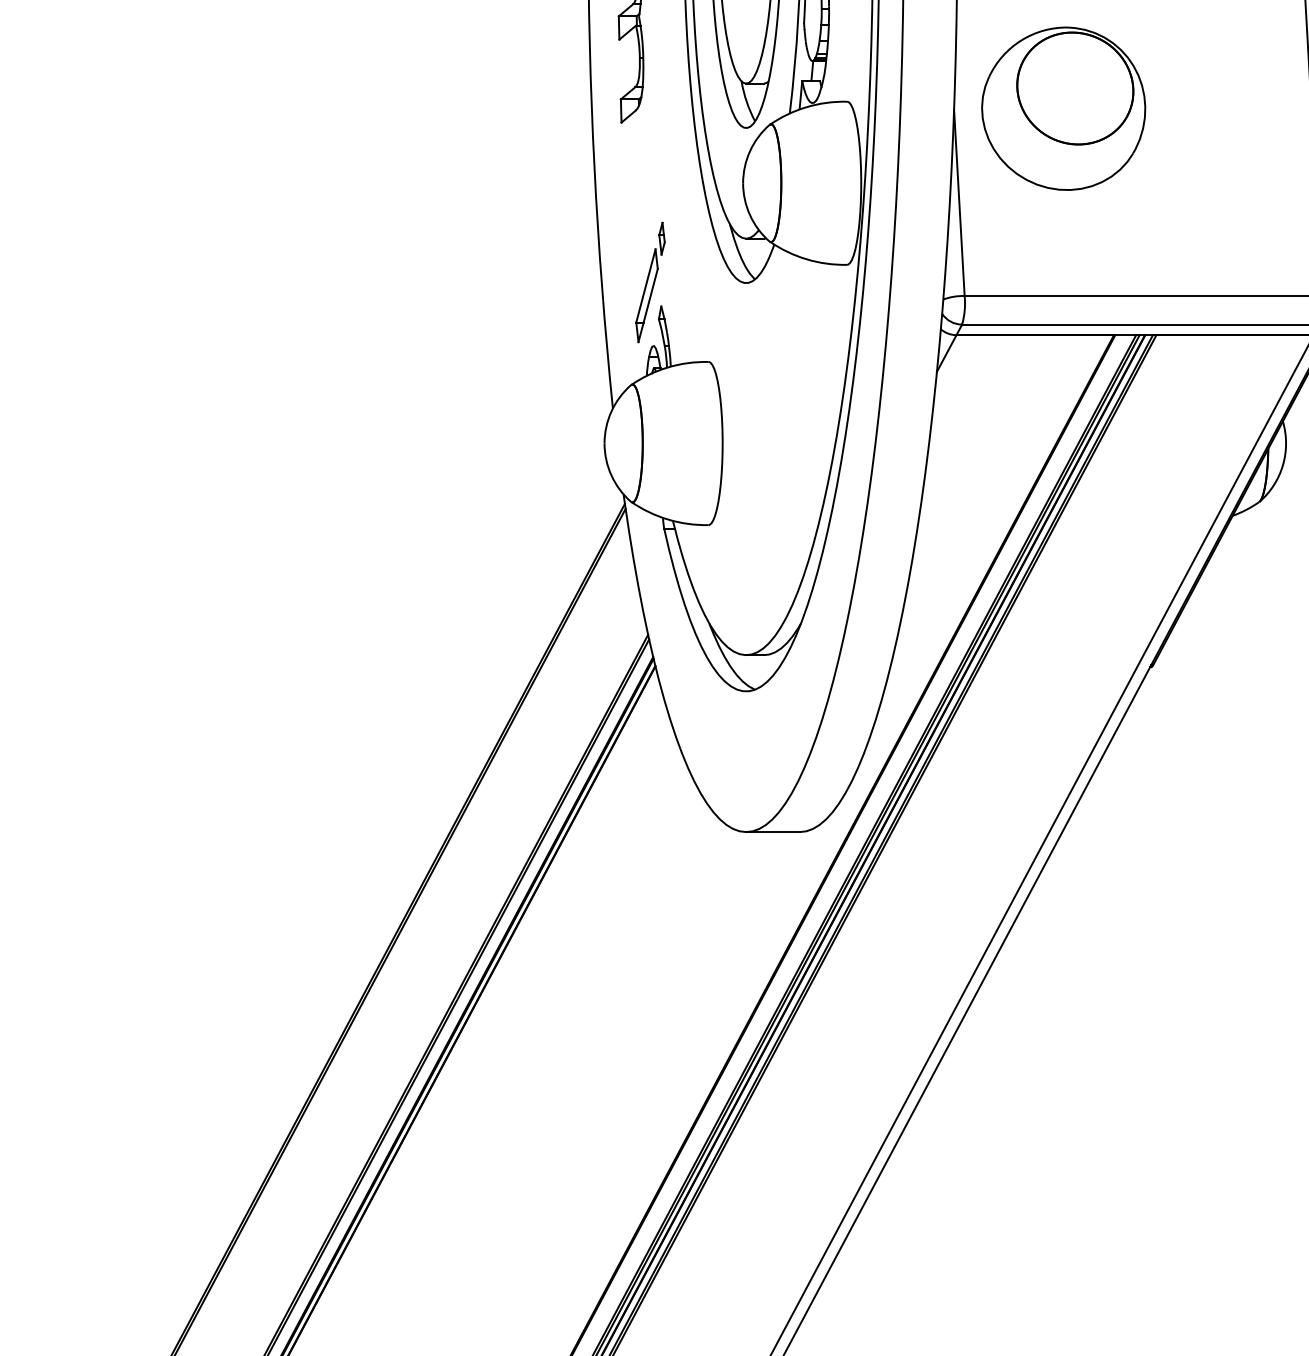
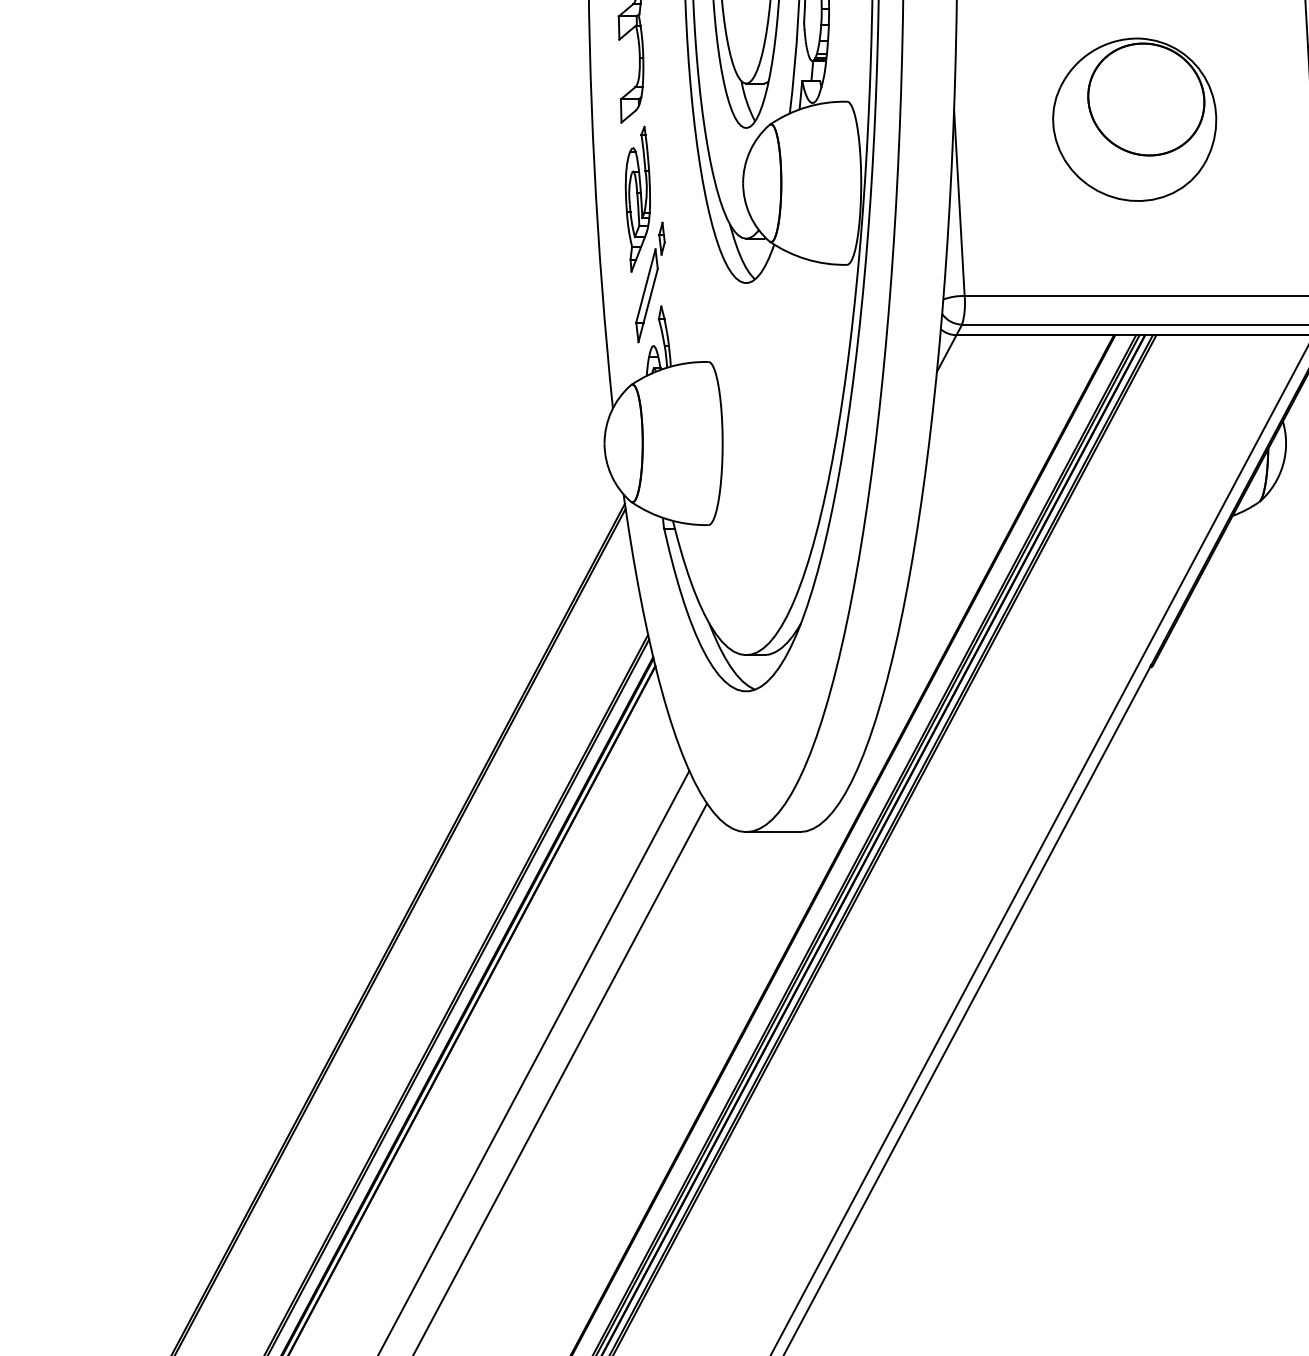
part at (1063, 108) position: (1063, 108) -> (1134, 119)
part at (637, 198): none -> present
line at (534, 1061): none -> present
line at (560, 1077): none -> present
